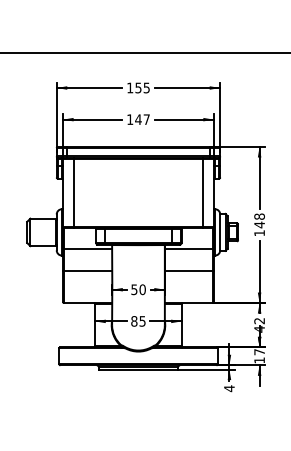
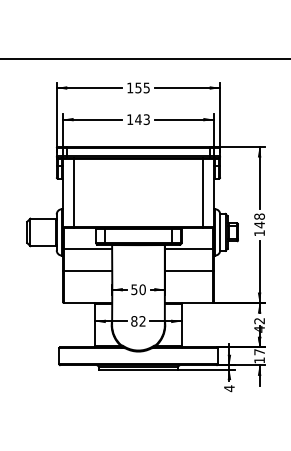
line at (144, 52) position: (144, 52) -> (144, 58)
text at (146, 119): 147 -> 143
text at (142, 321): 85 -> 82
